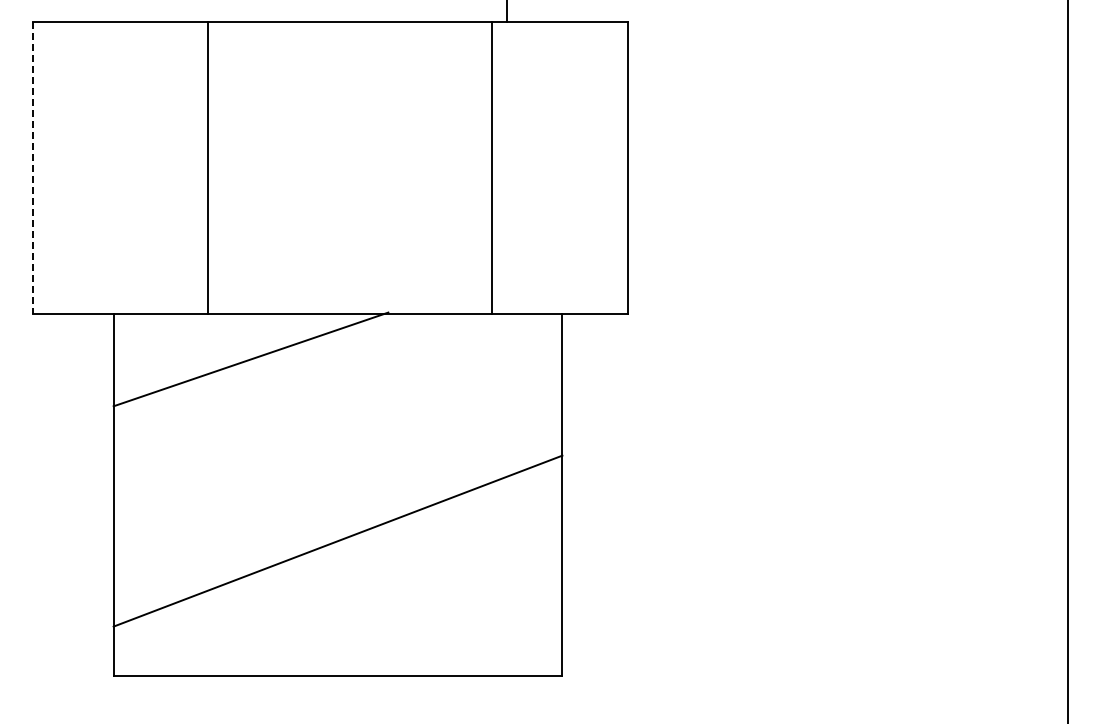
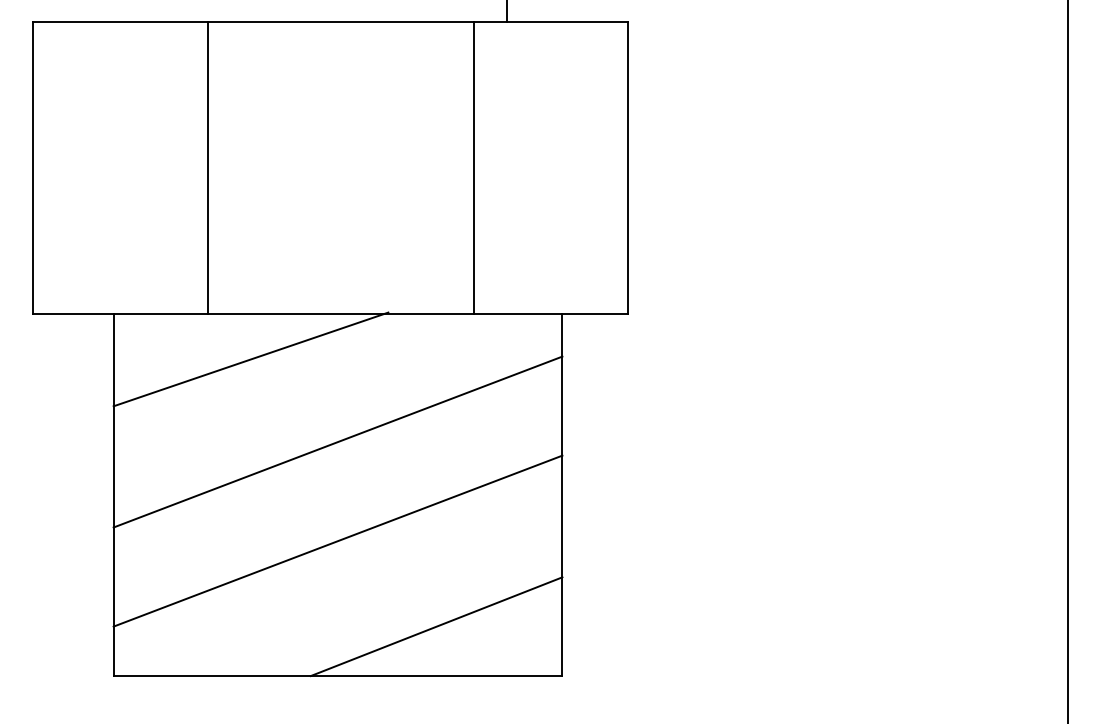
line at (491, 167) position: (491, 167) -> (473, 167)
line at (33, 168): dashed -> solid
line at (337, 441): none -> present
line at (436, 626): none -> present
